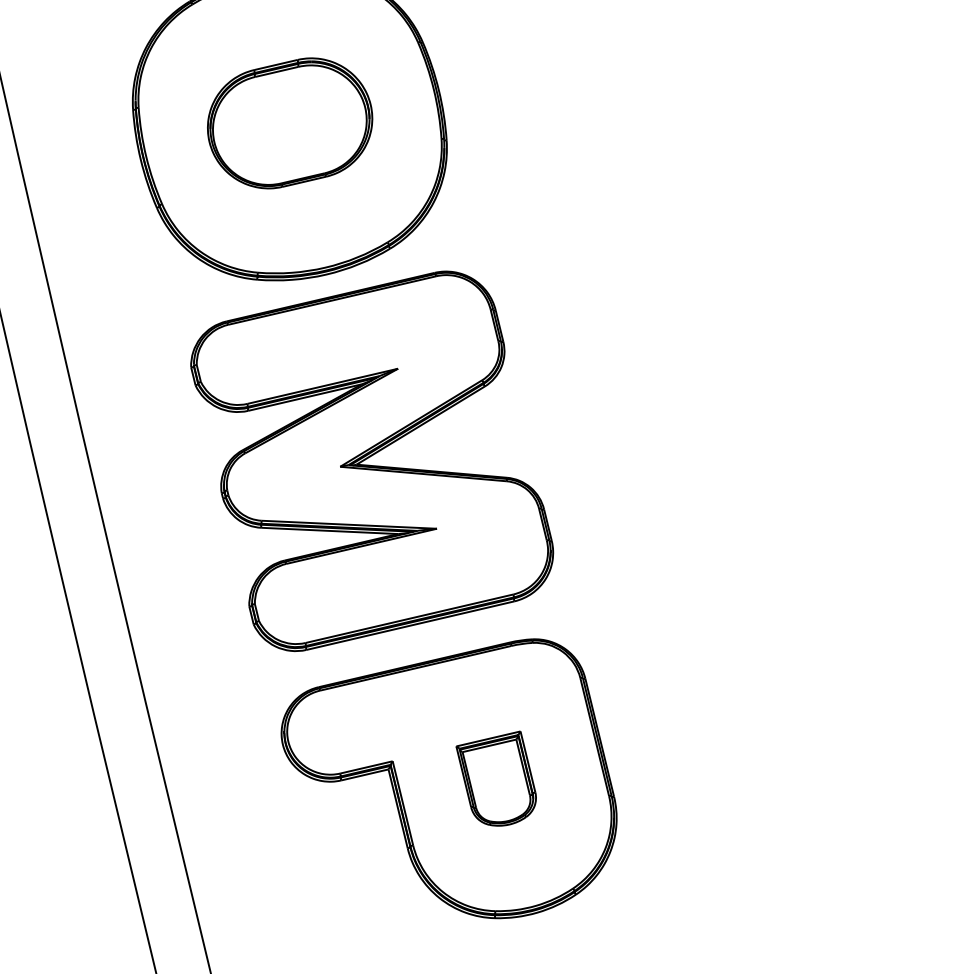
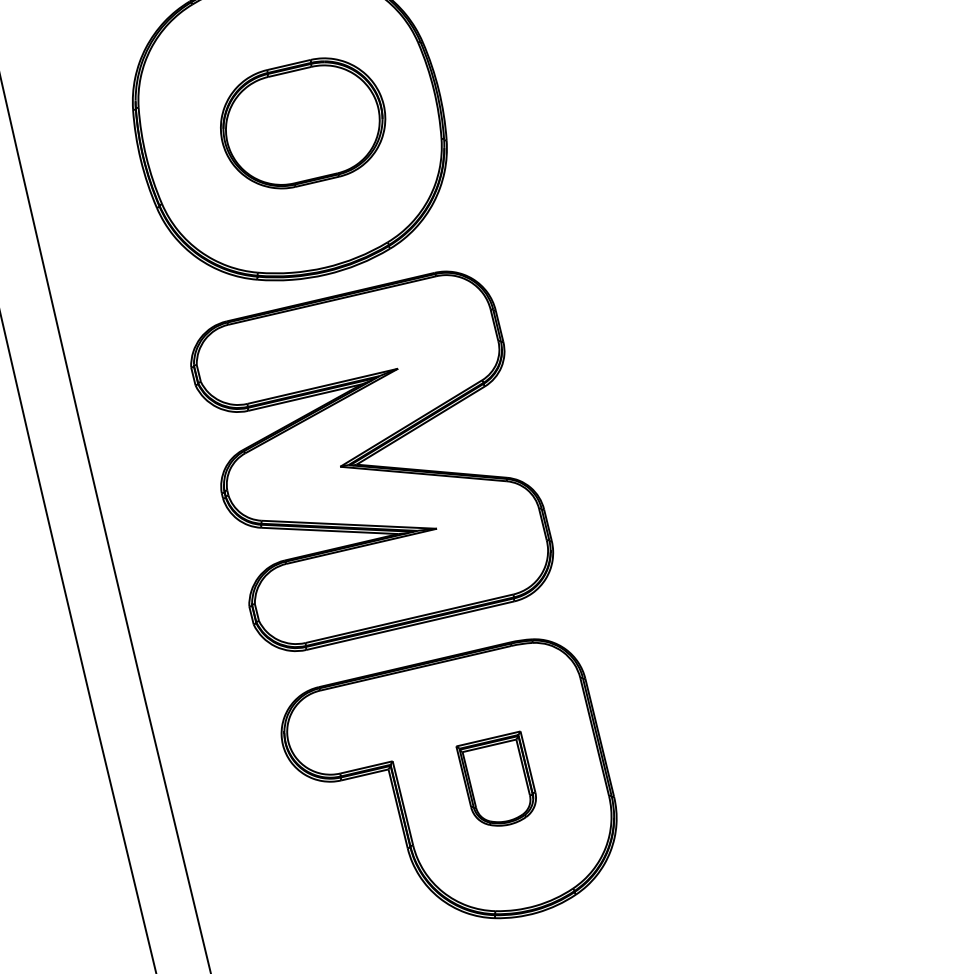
part at (290, 123) position: (290, 123) -> (303, 123)
